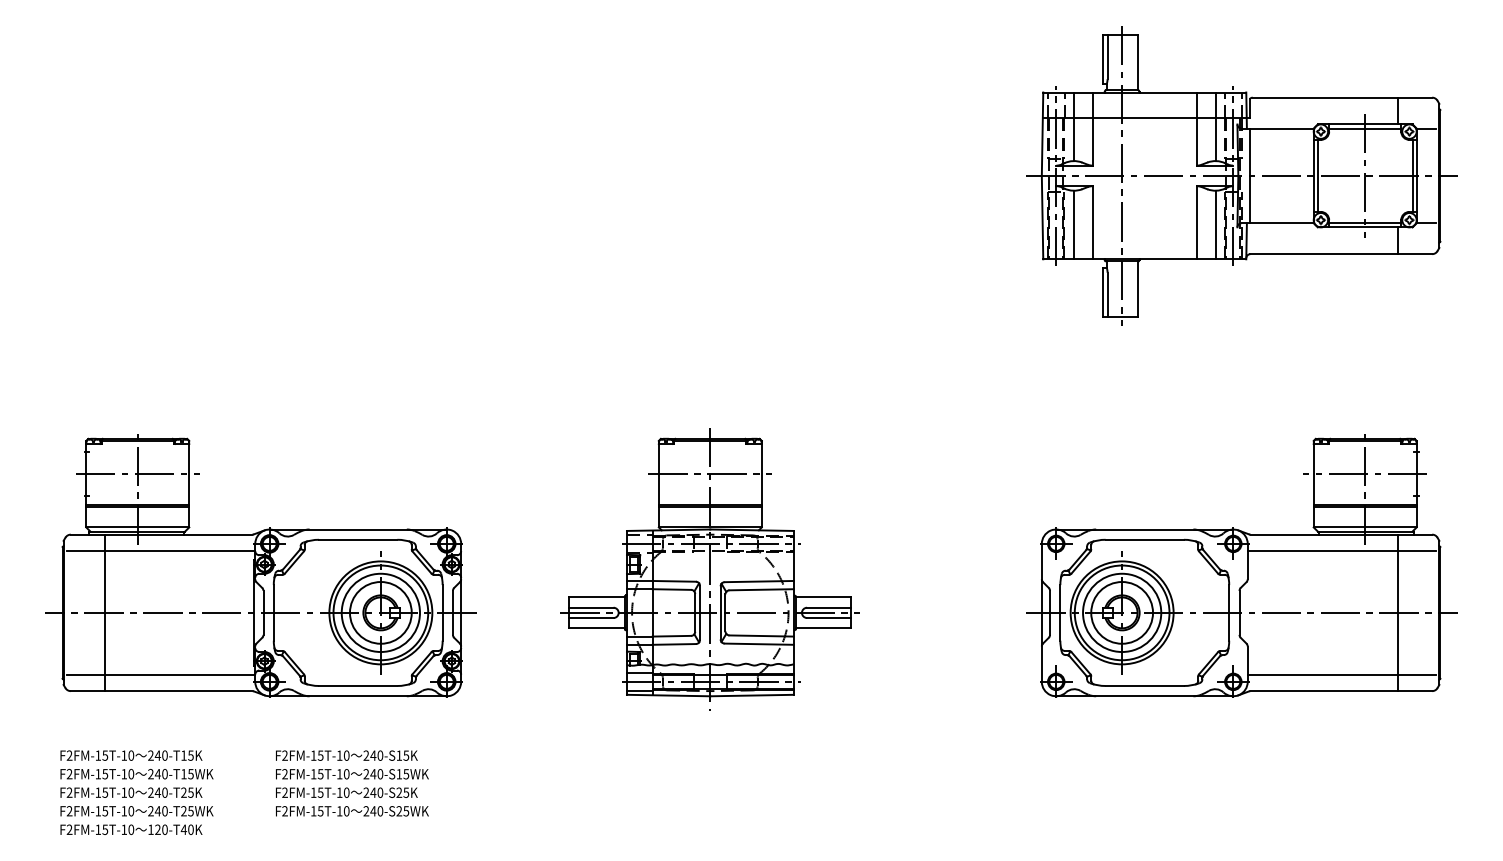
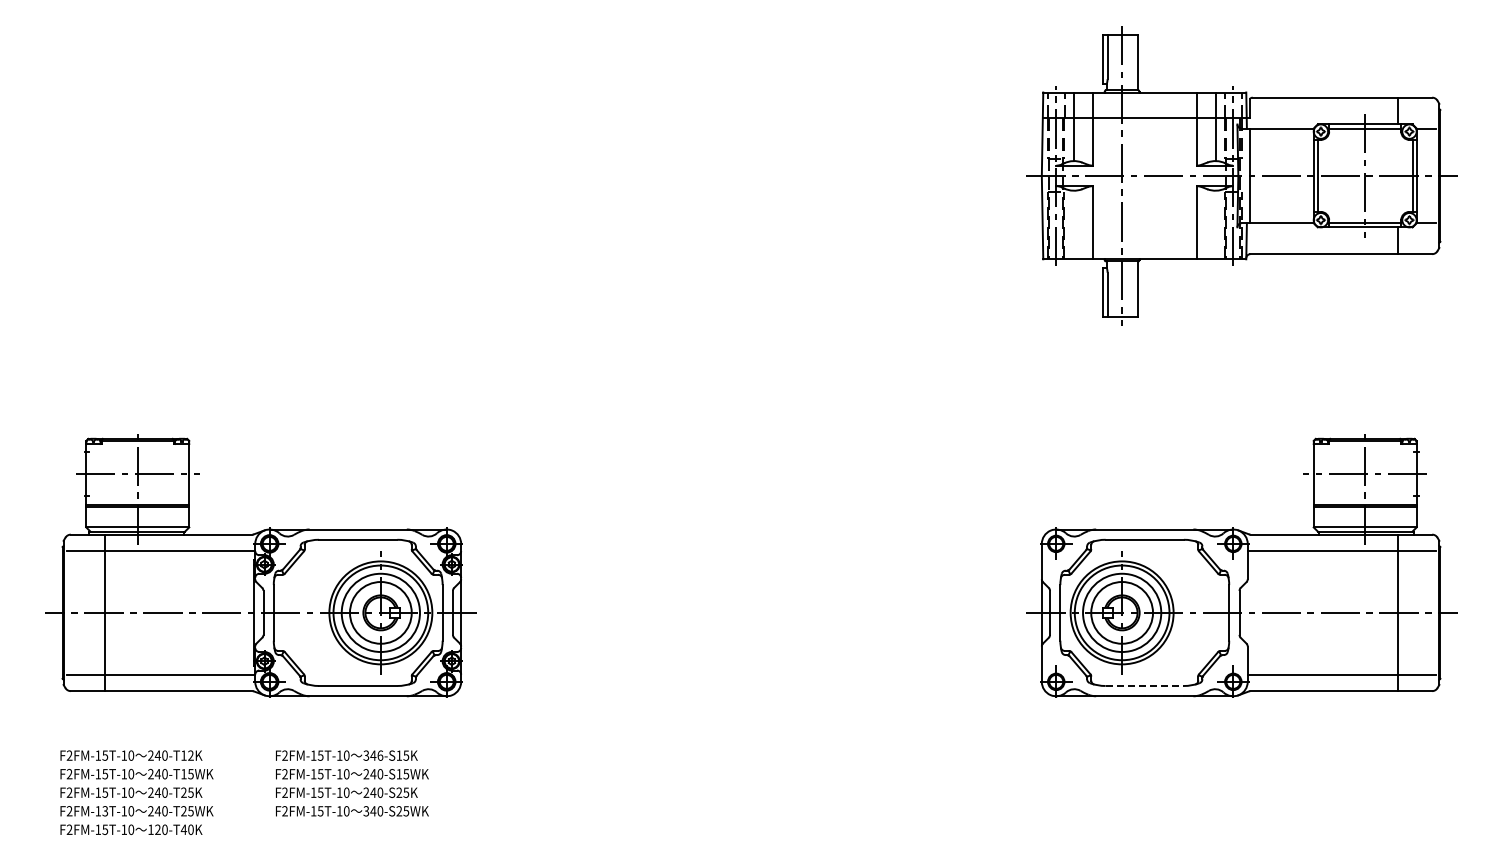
line at (1074, 224): present -> none
line at (1215, 224): present -> none
part at (709, 569): present -> none
line at (1145, 685): solid -> dashed
text at (190, 755): 240-T15K -> 240-T12K
text at (373, 755): 240-S15K -> 346-S15K
text at (105, 810): F2FM-15T-10 -> F2FM-13T-10
text at (366, 811): 240-S25WK -> 340-S25WK
